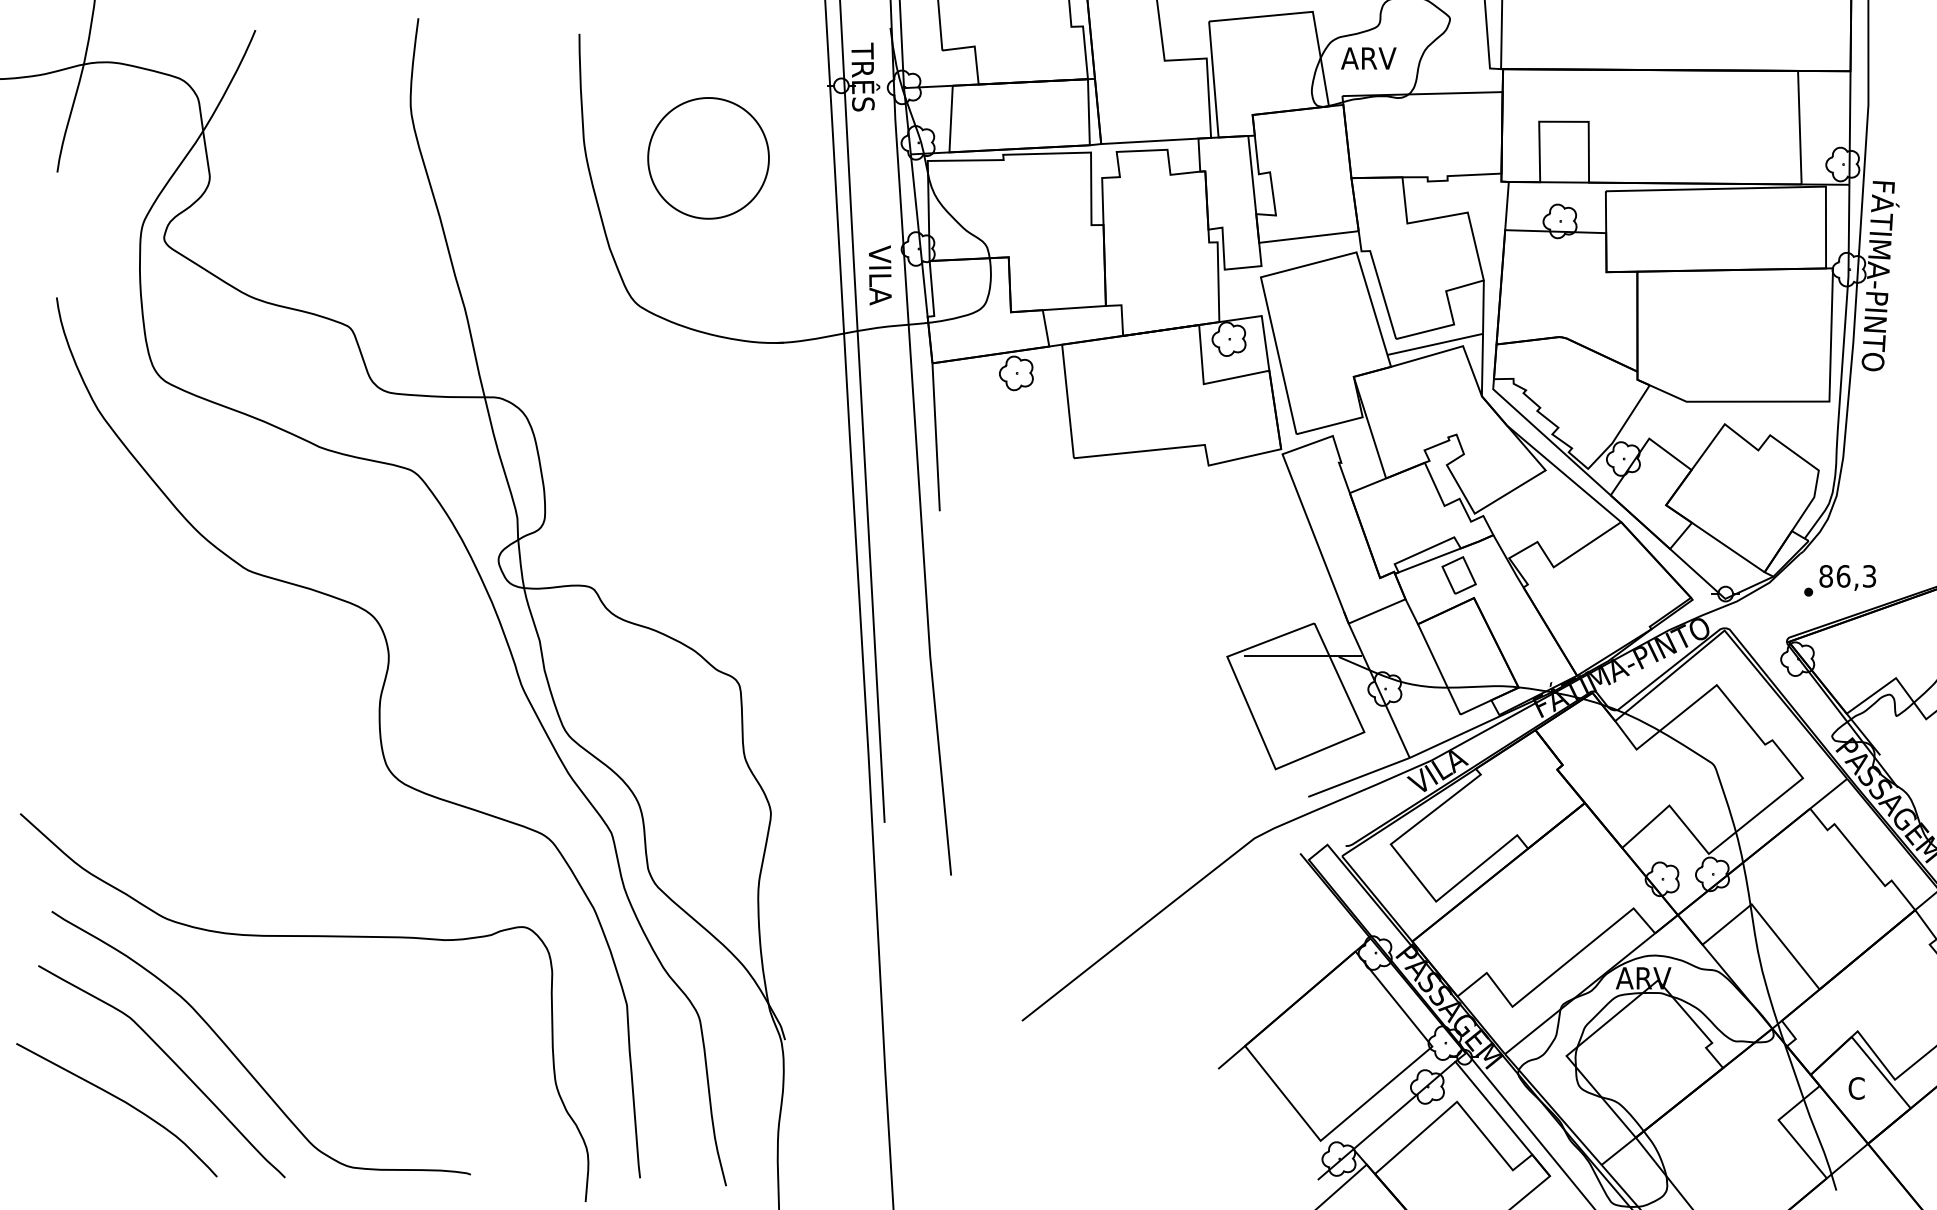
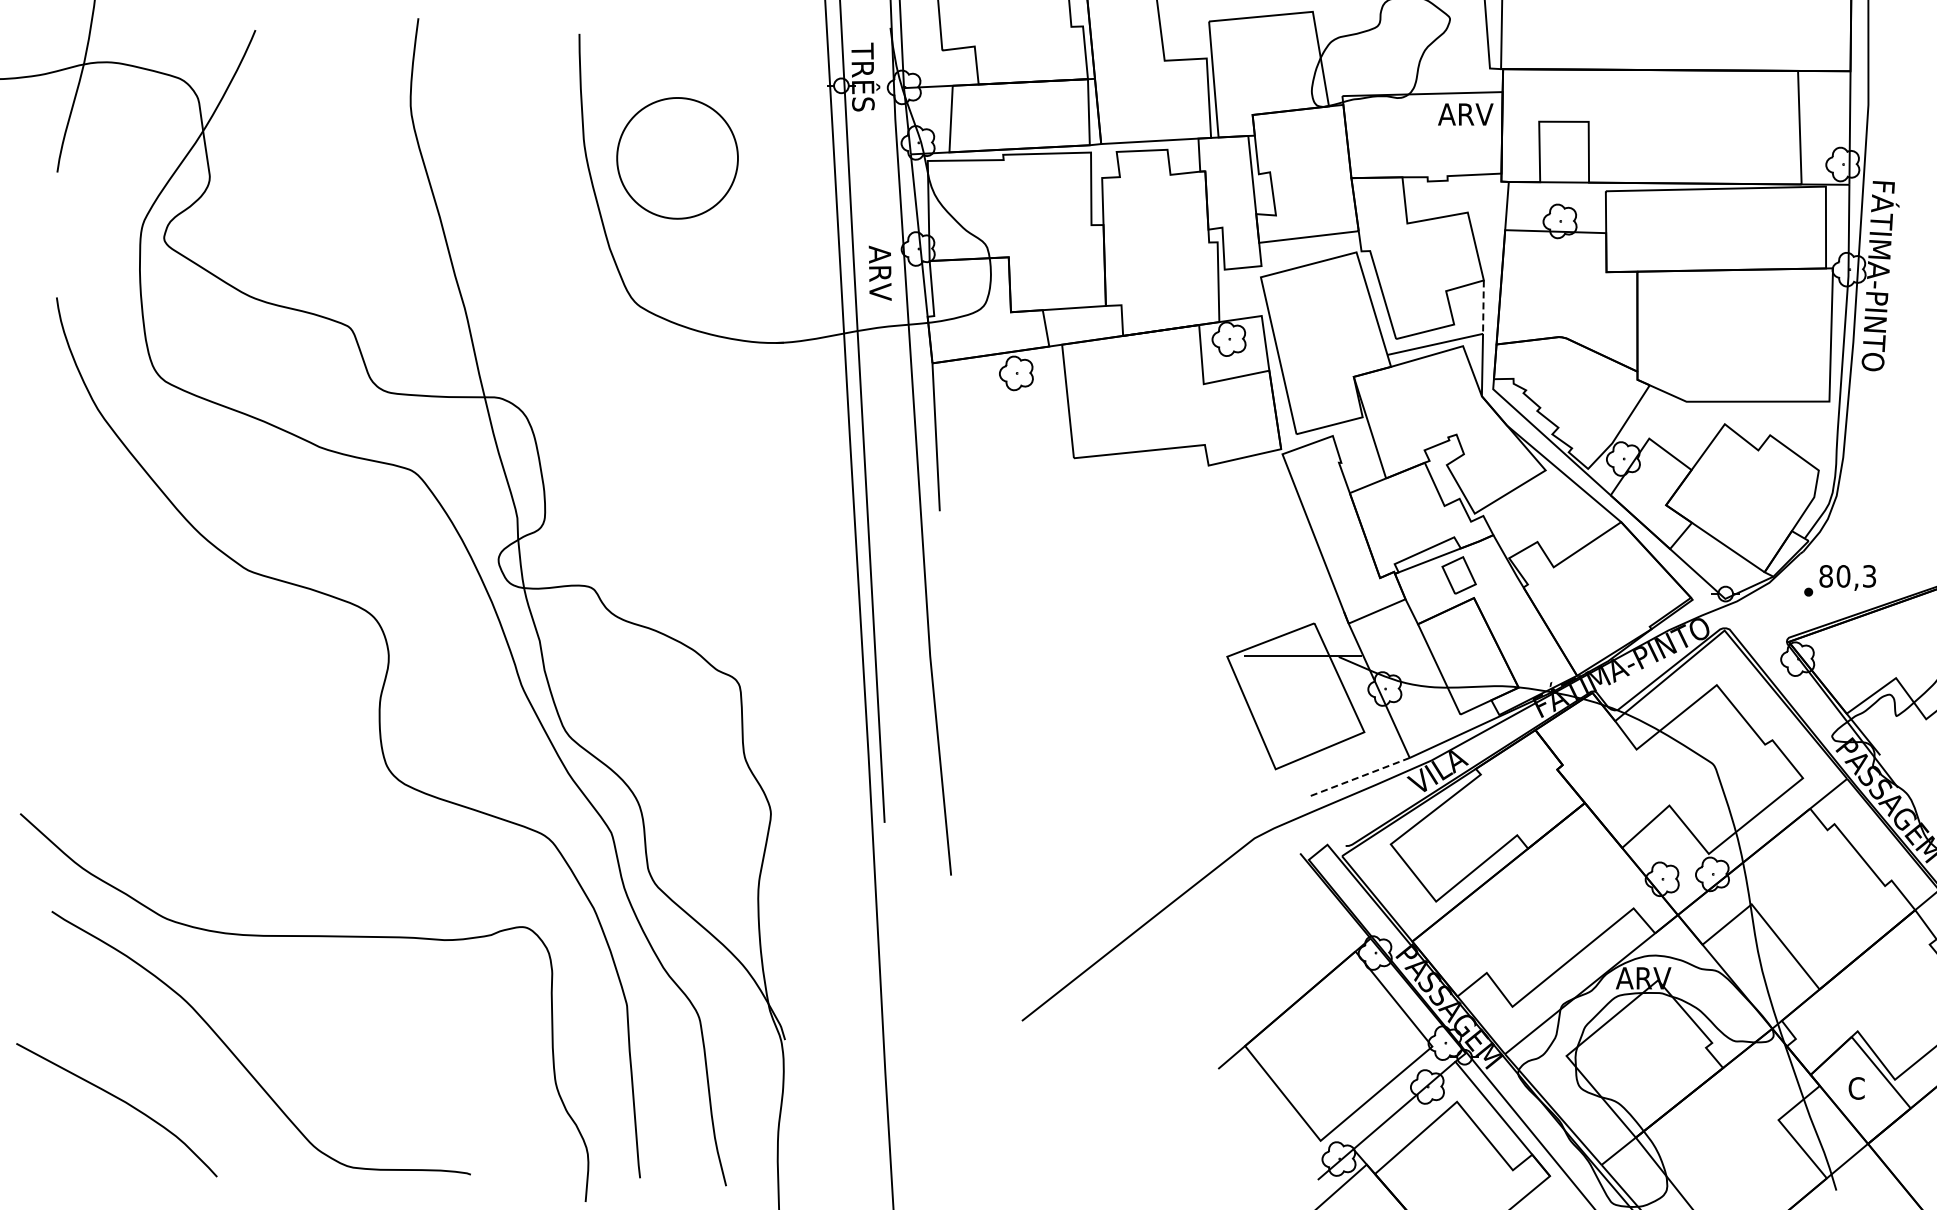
text at (1368, 58) position: (1368, 58) -> (1465, 114)
part at (708, 158) position: (708, 158) -> (677, 158)
text at (879, 275): VILA -> ARV
line at (1483, 307): solid -> dashed
text at (1843, 576): 86,3 -> 80,3
line at (1358, 777): solid -> dashed
curve at (171, 1061): present -> none
